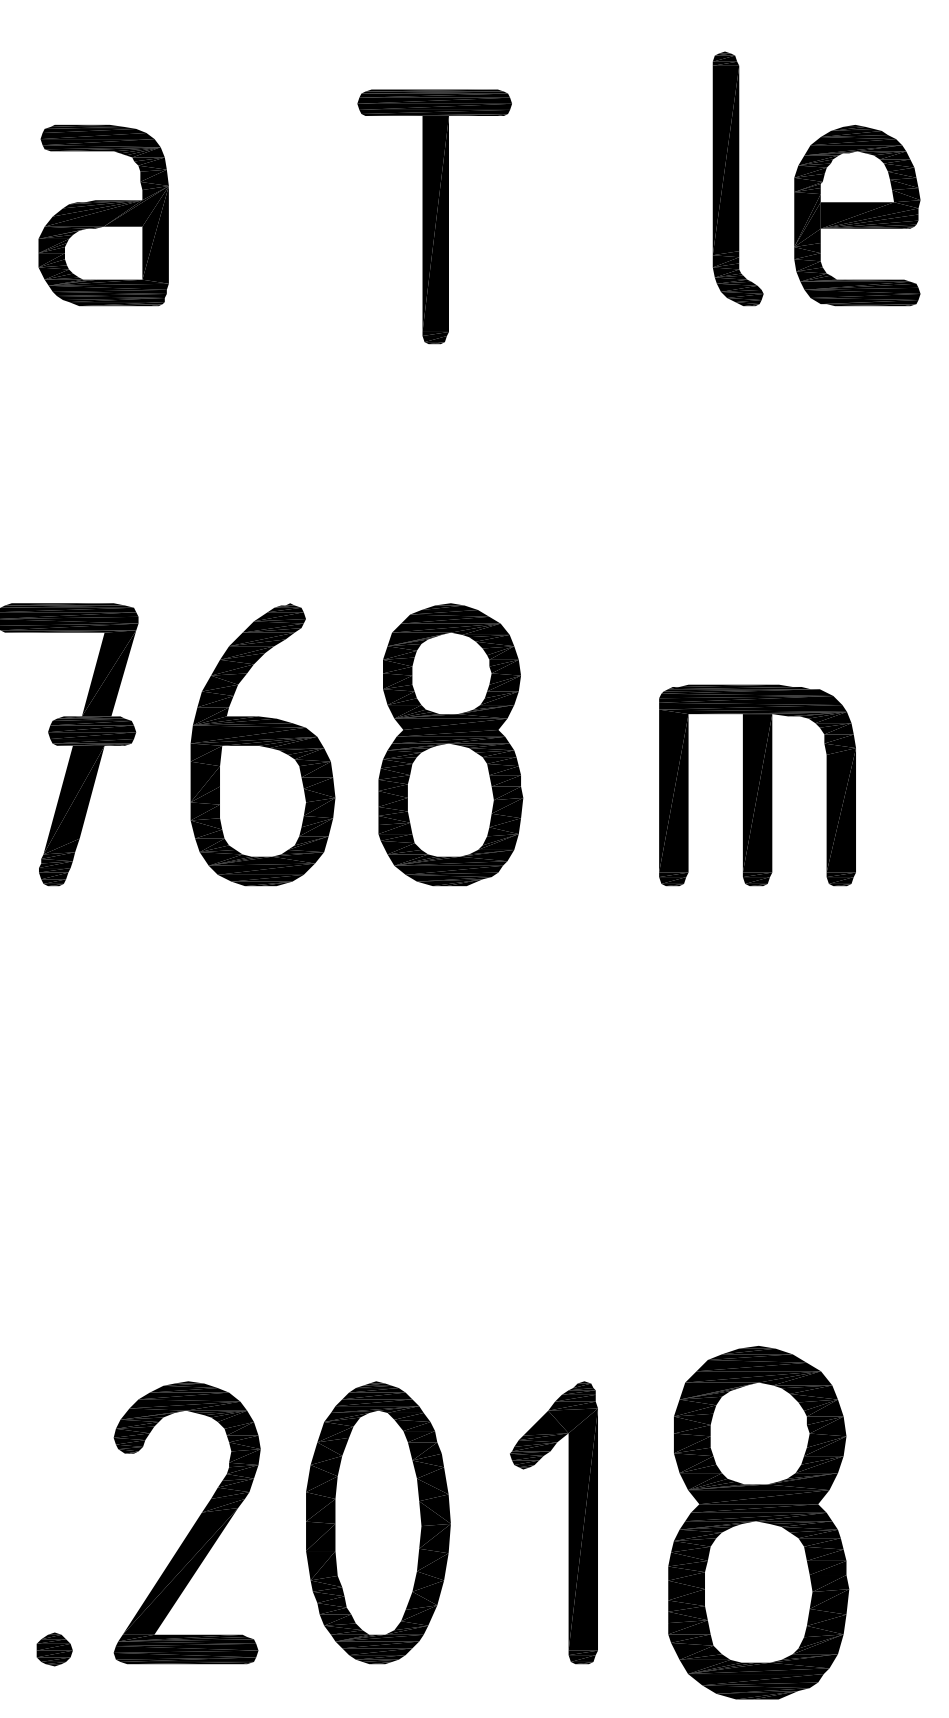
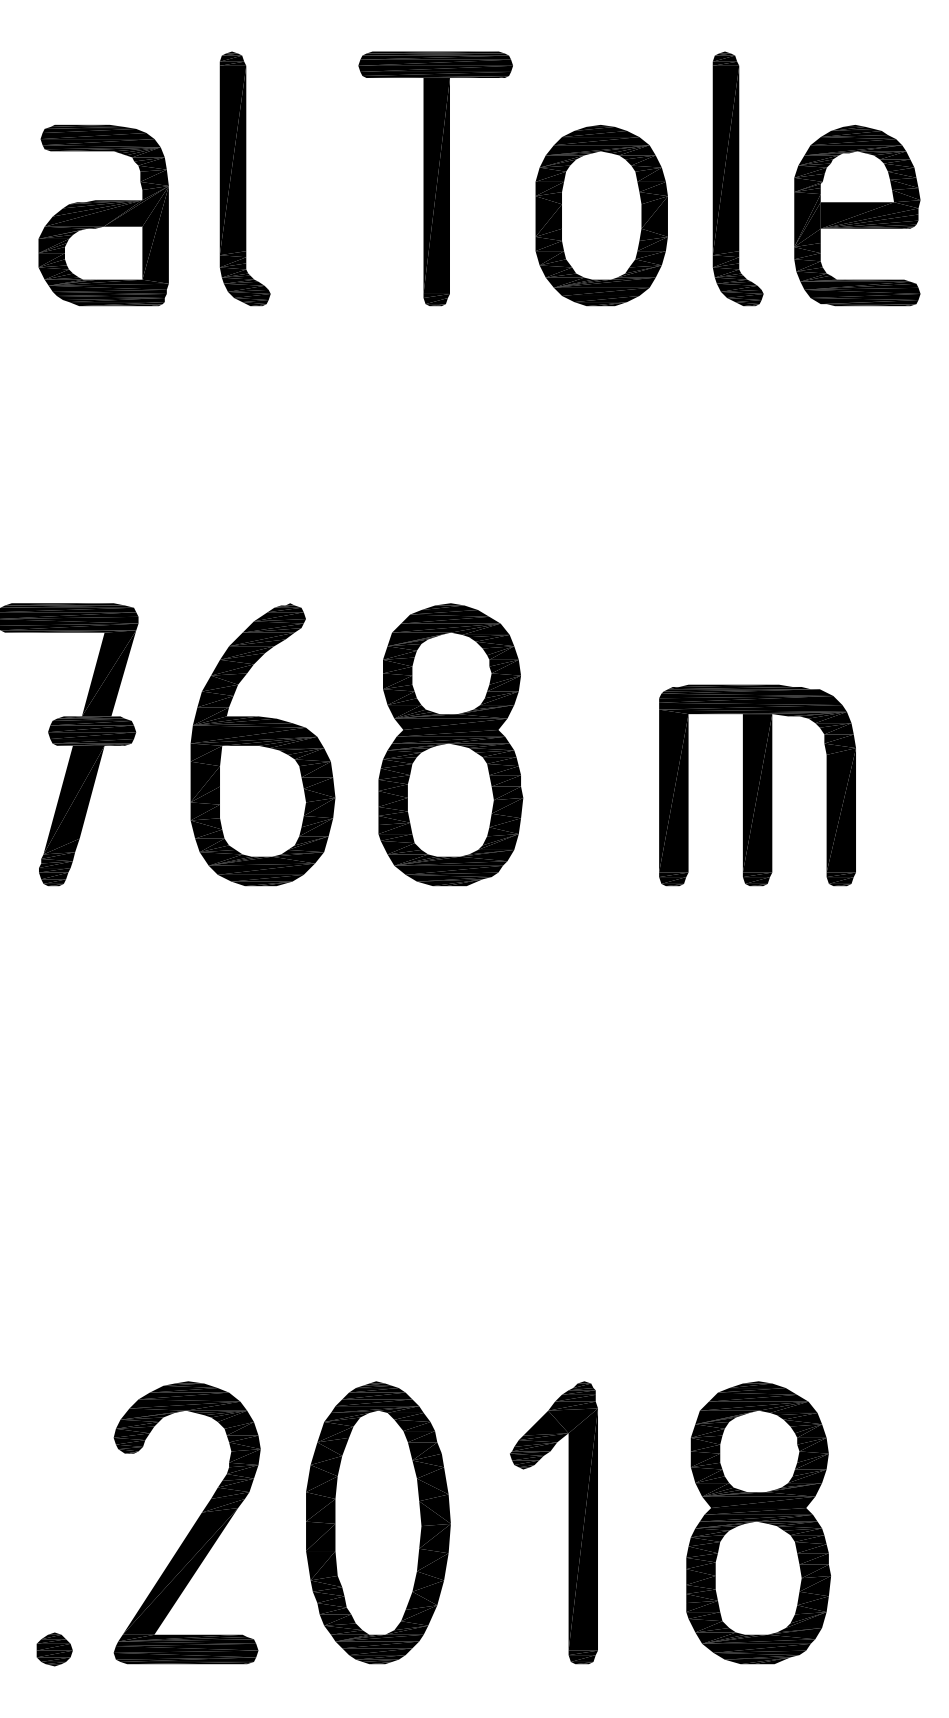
part at (244, 178): none -> present
part at (601, 215): none -> present
part at (434, 216) position: (434, 216) -> (435, 178)
part at (758, 1522) size: 182x354 px -> 145x284 px
